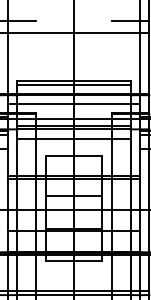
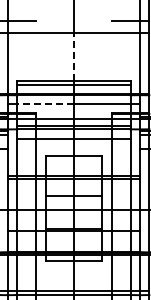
line at (73, 57): solid -> dashed
line at (45, 104): solid -> dashed
